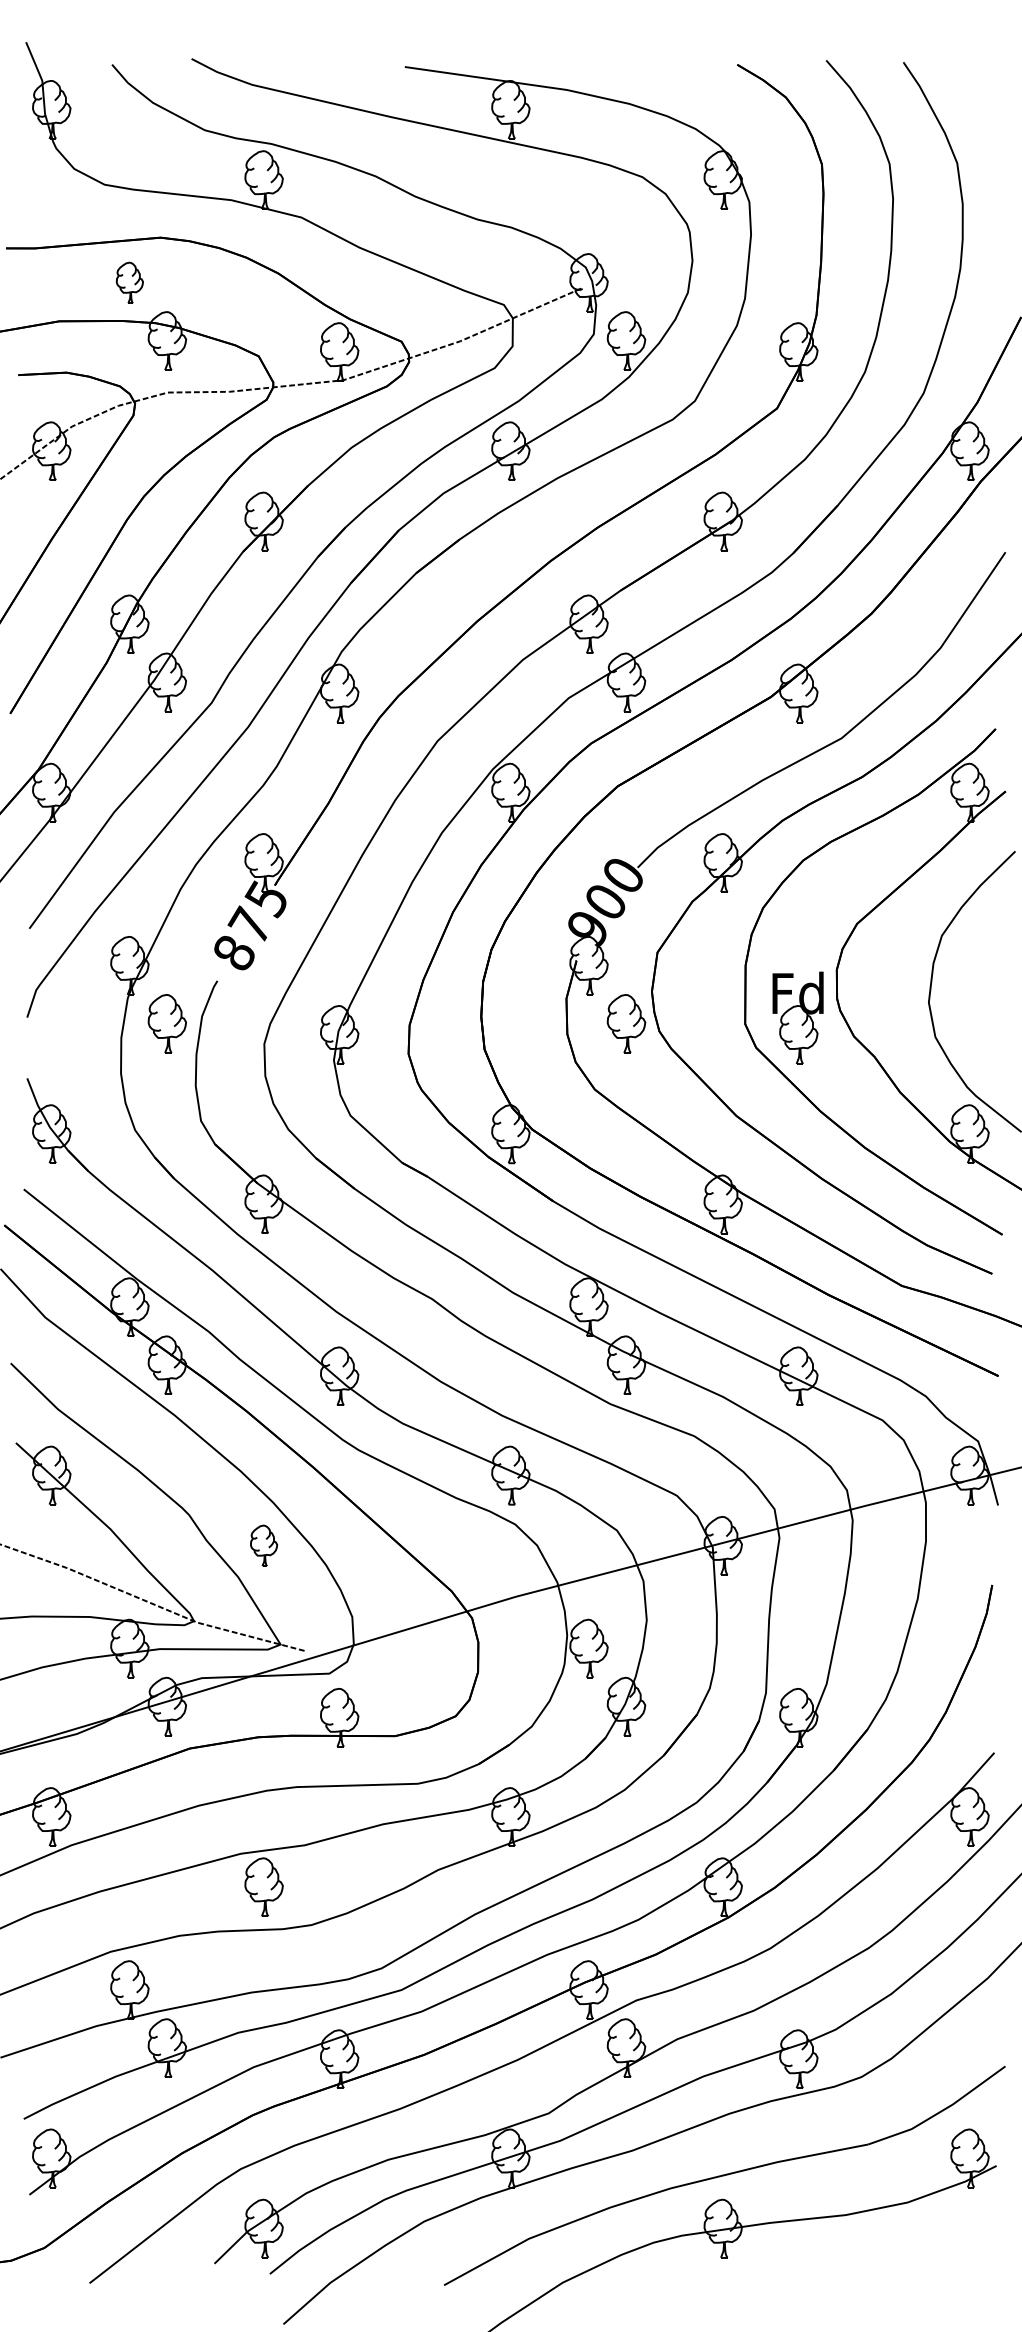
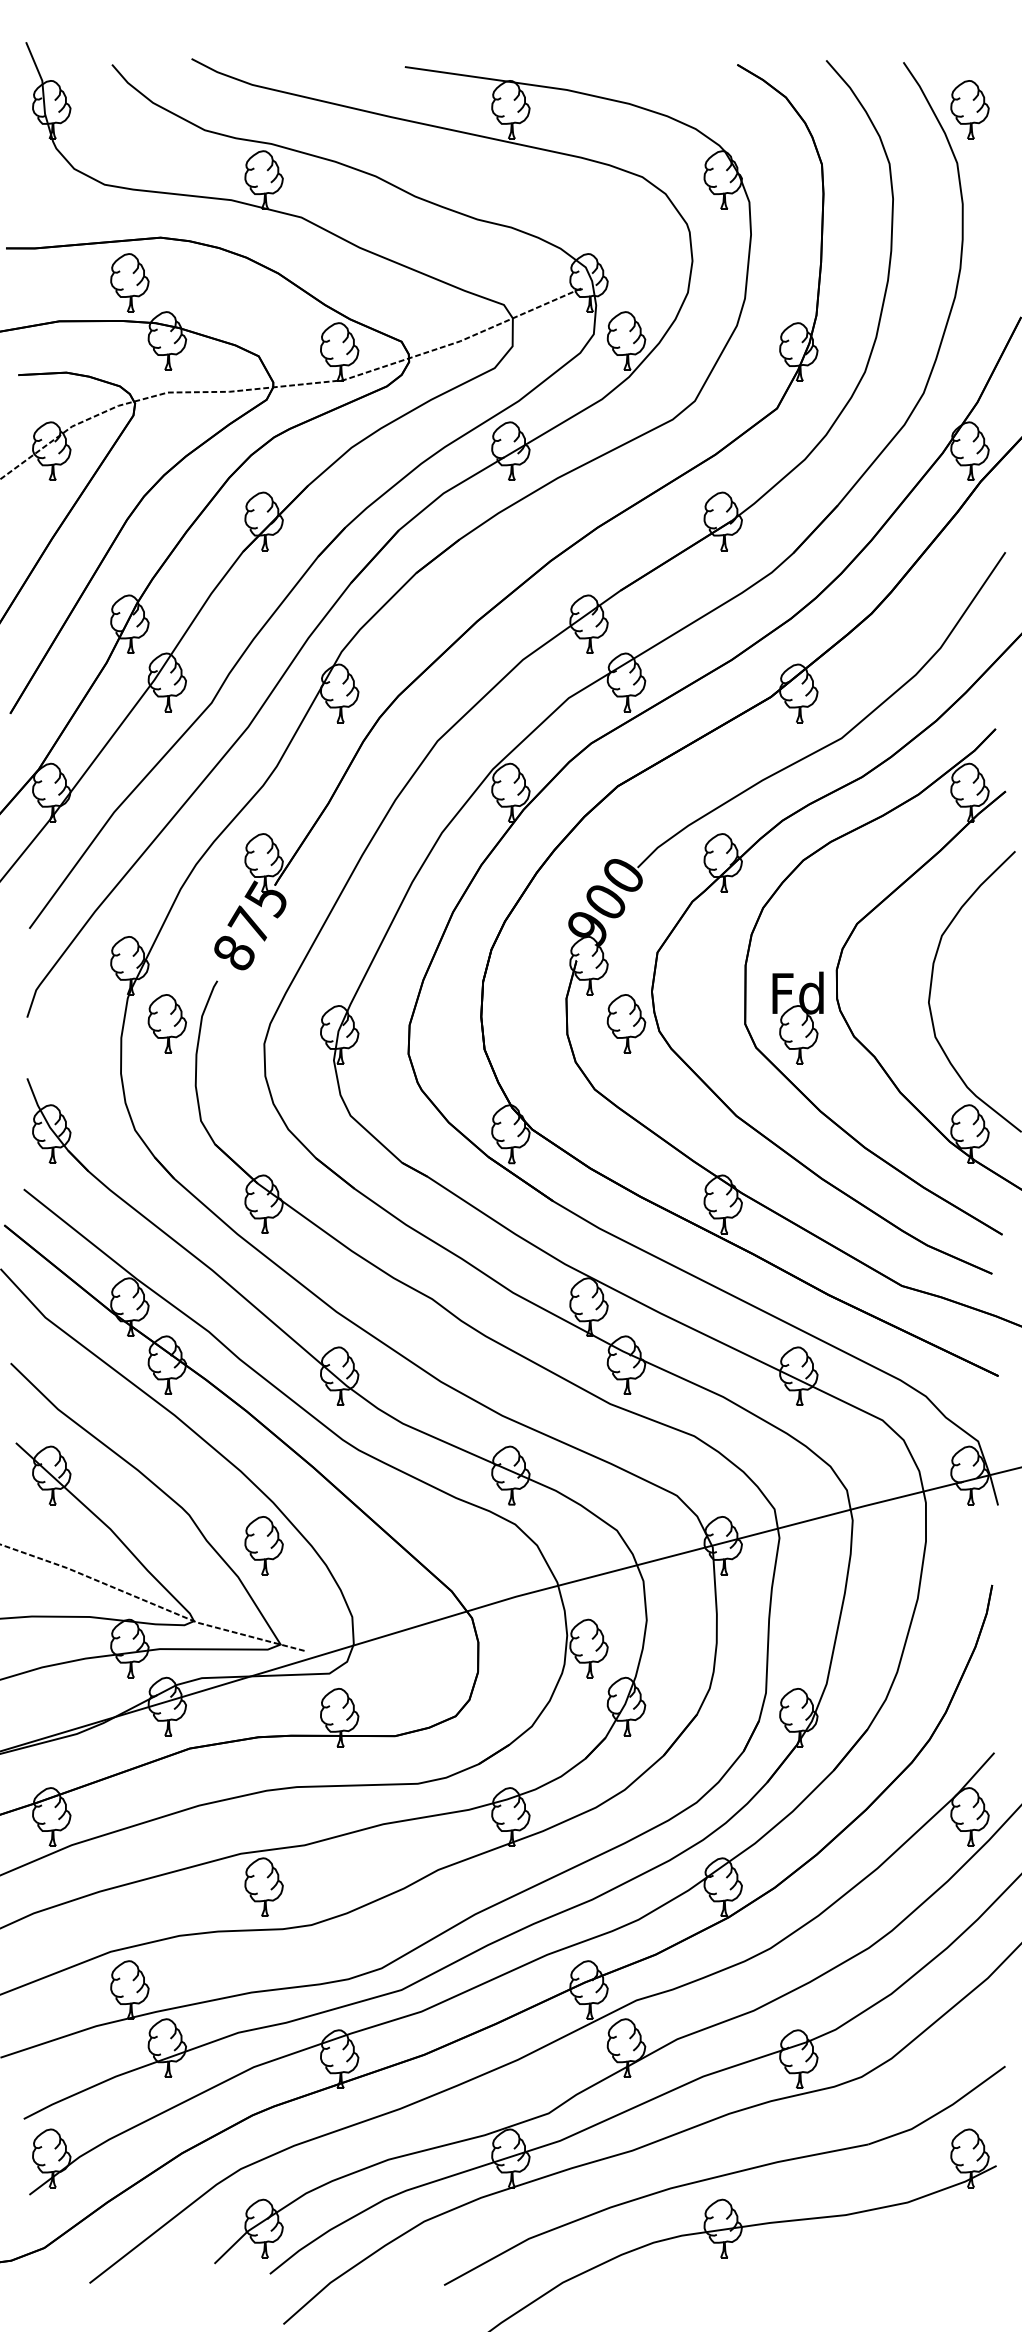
part at (969, 109): none -> present
part at (129, 282) size: 28x43 px -> 40x60 px
part at (264, 1545) size: 29x43 px -> 40x60 px
